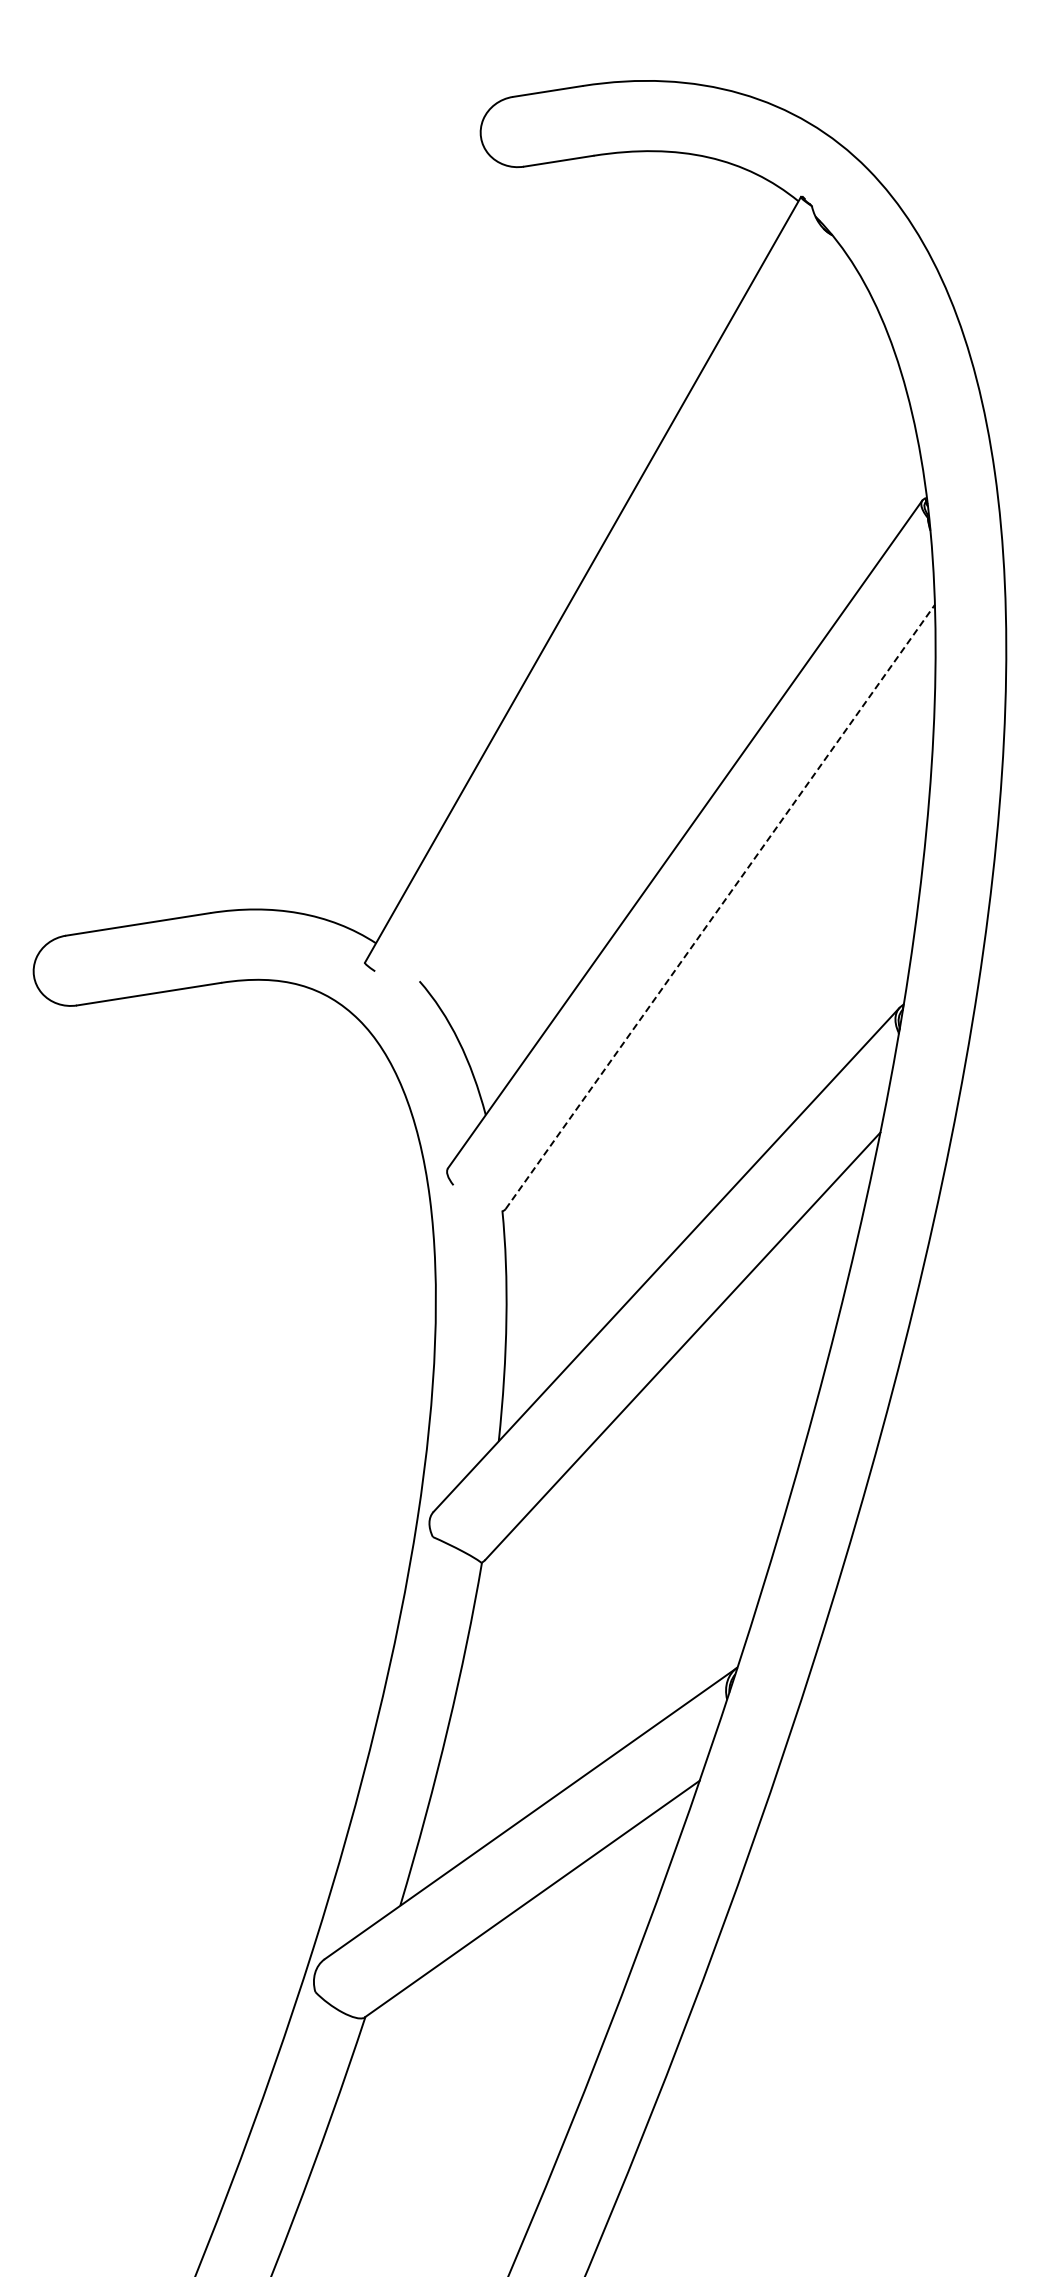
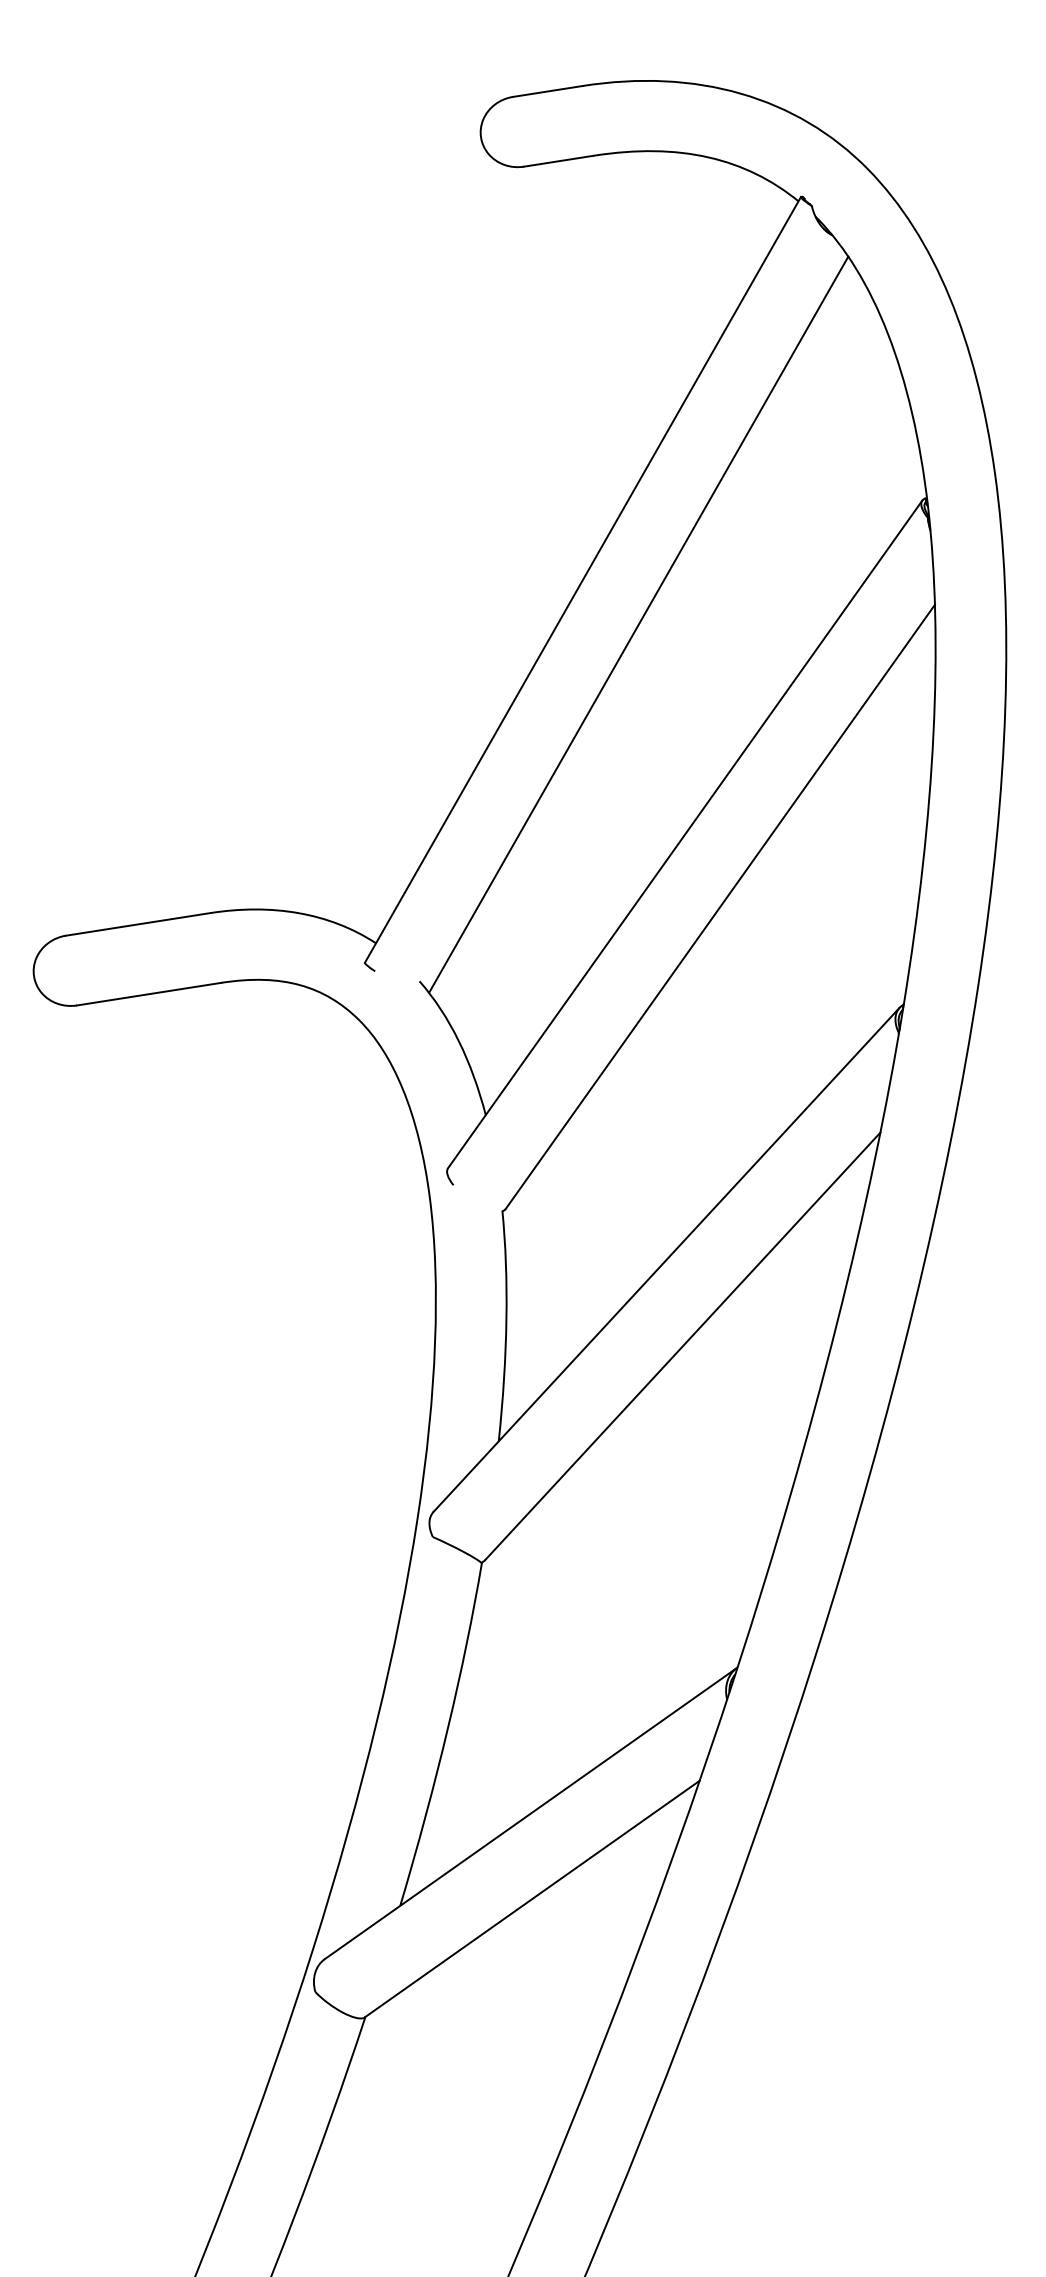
line at (638, 624): none -> present
line at (720, 906): dashed -> solid
